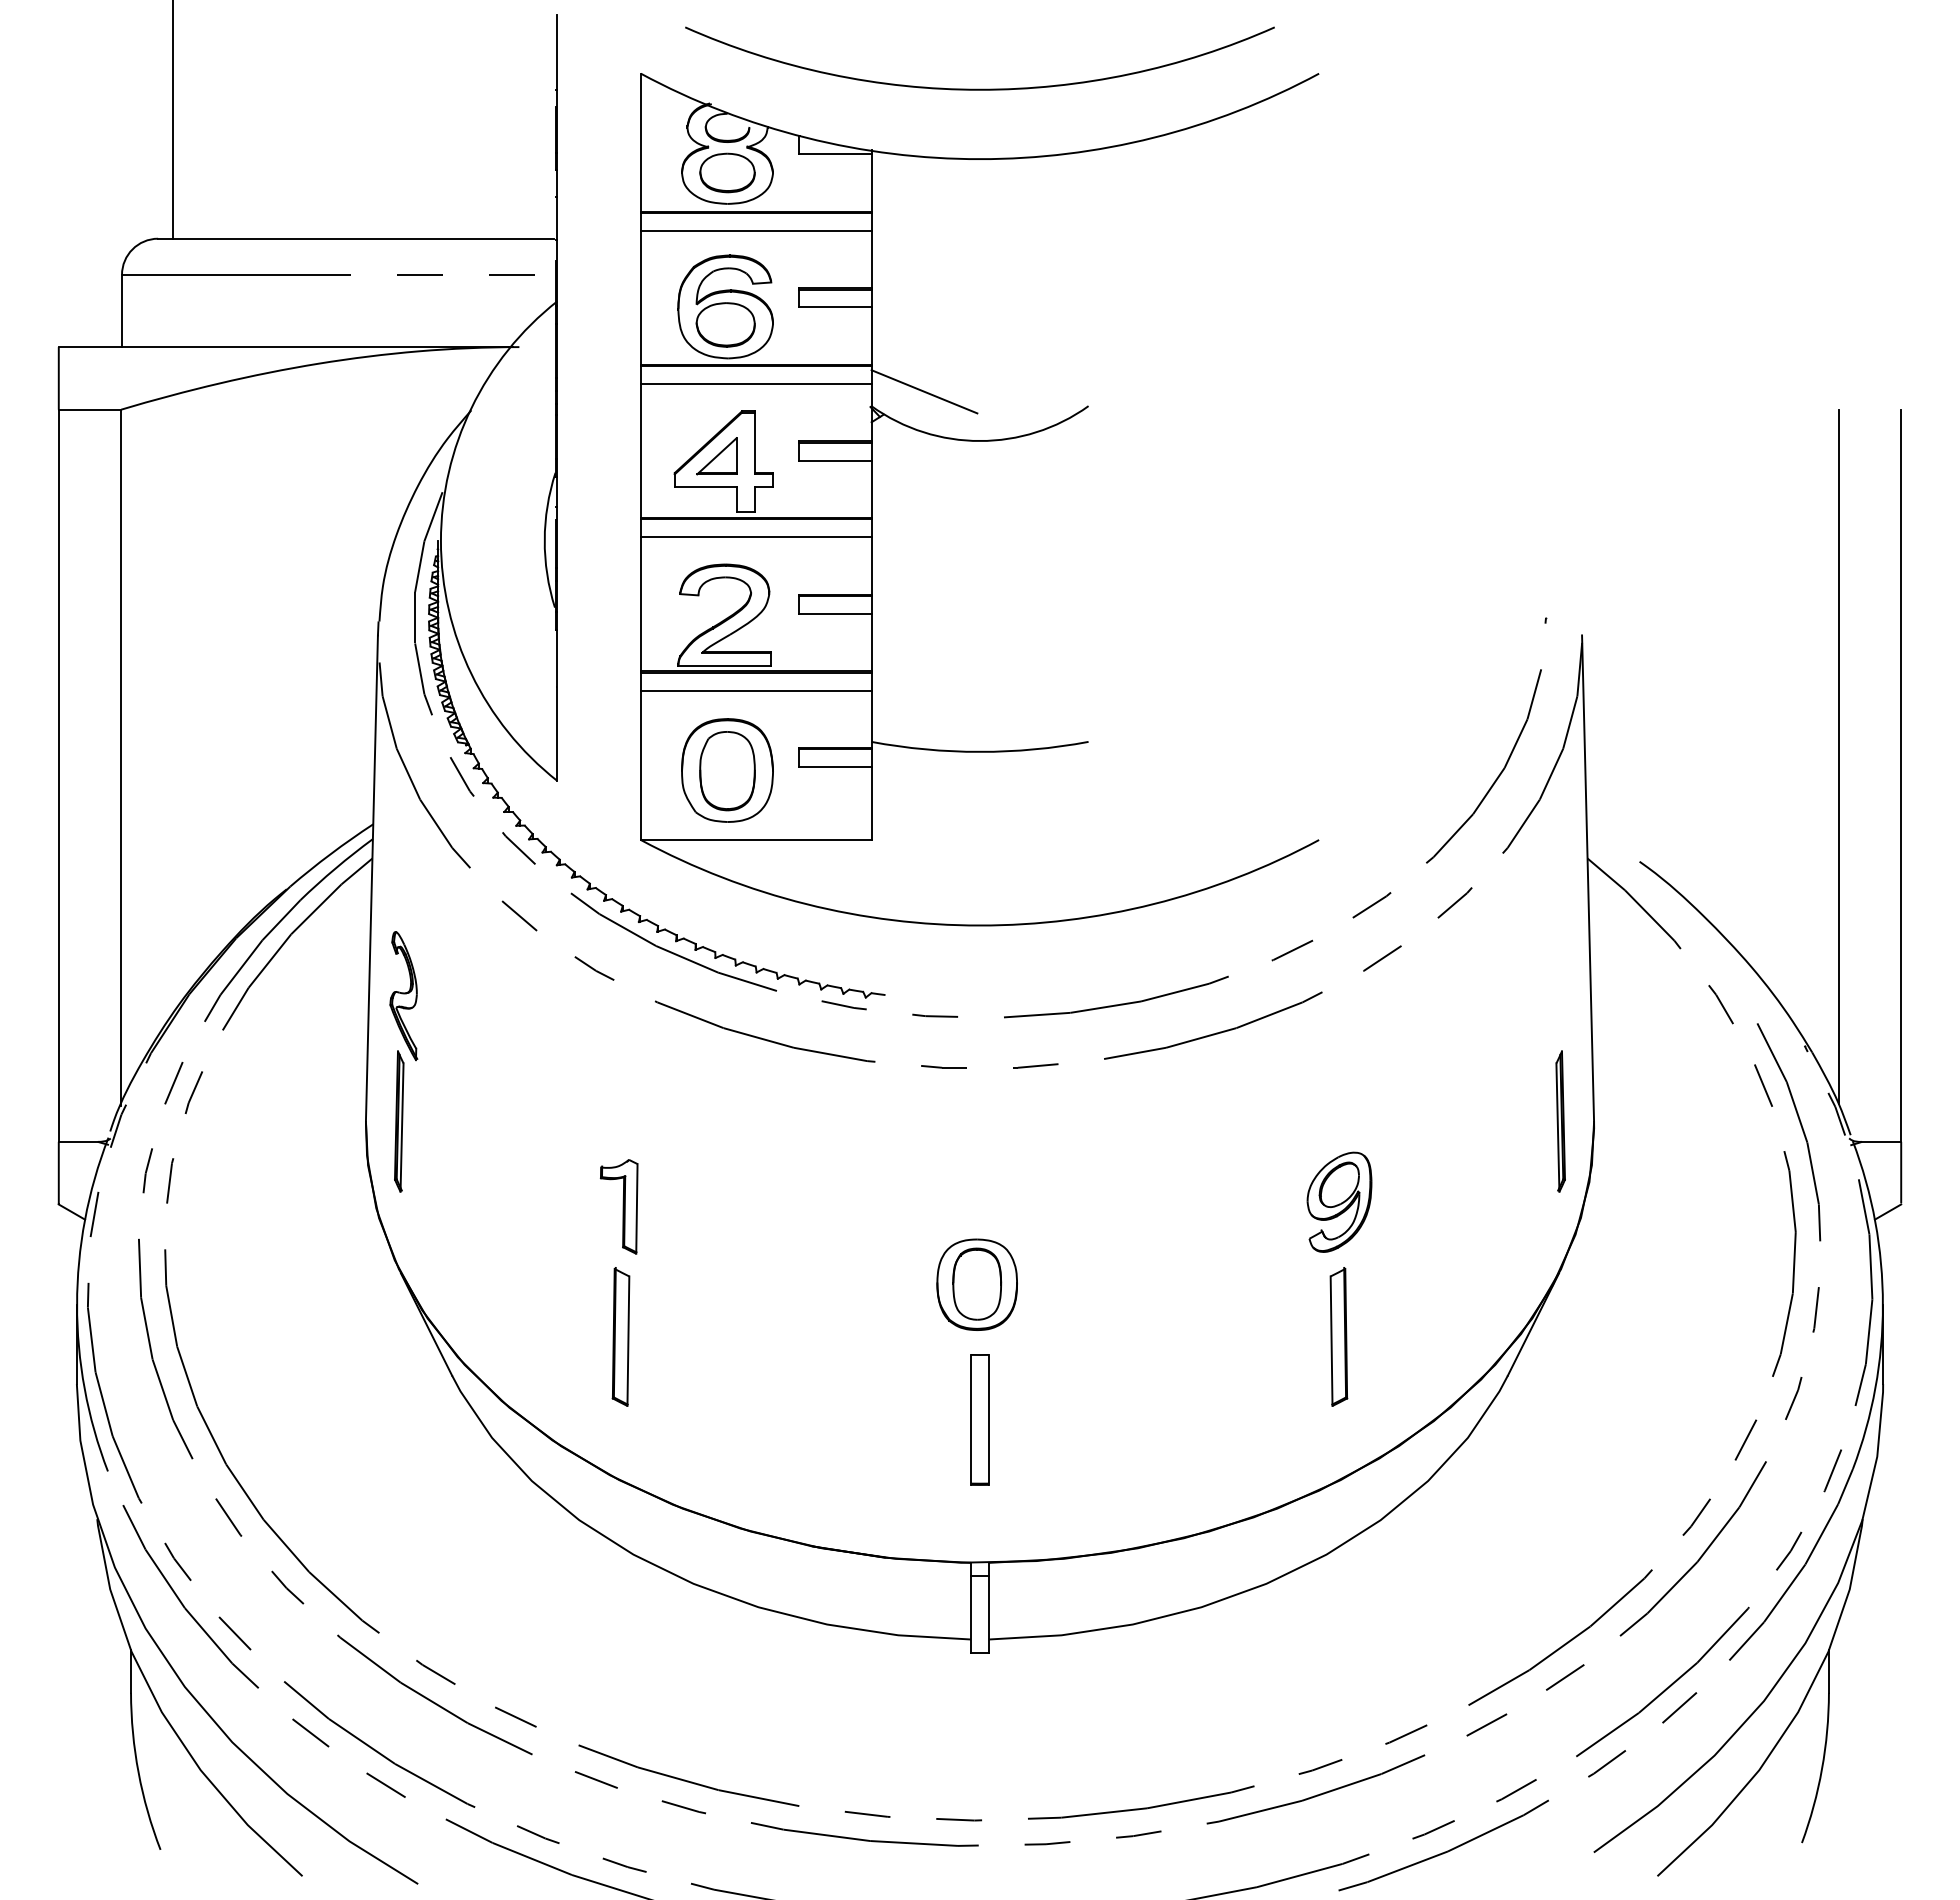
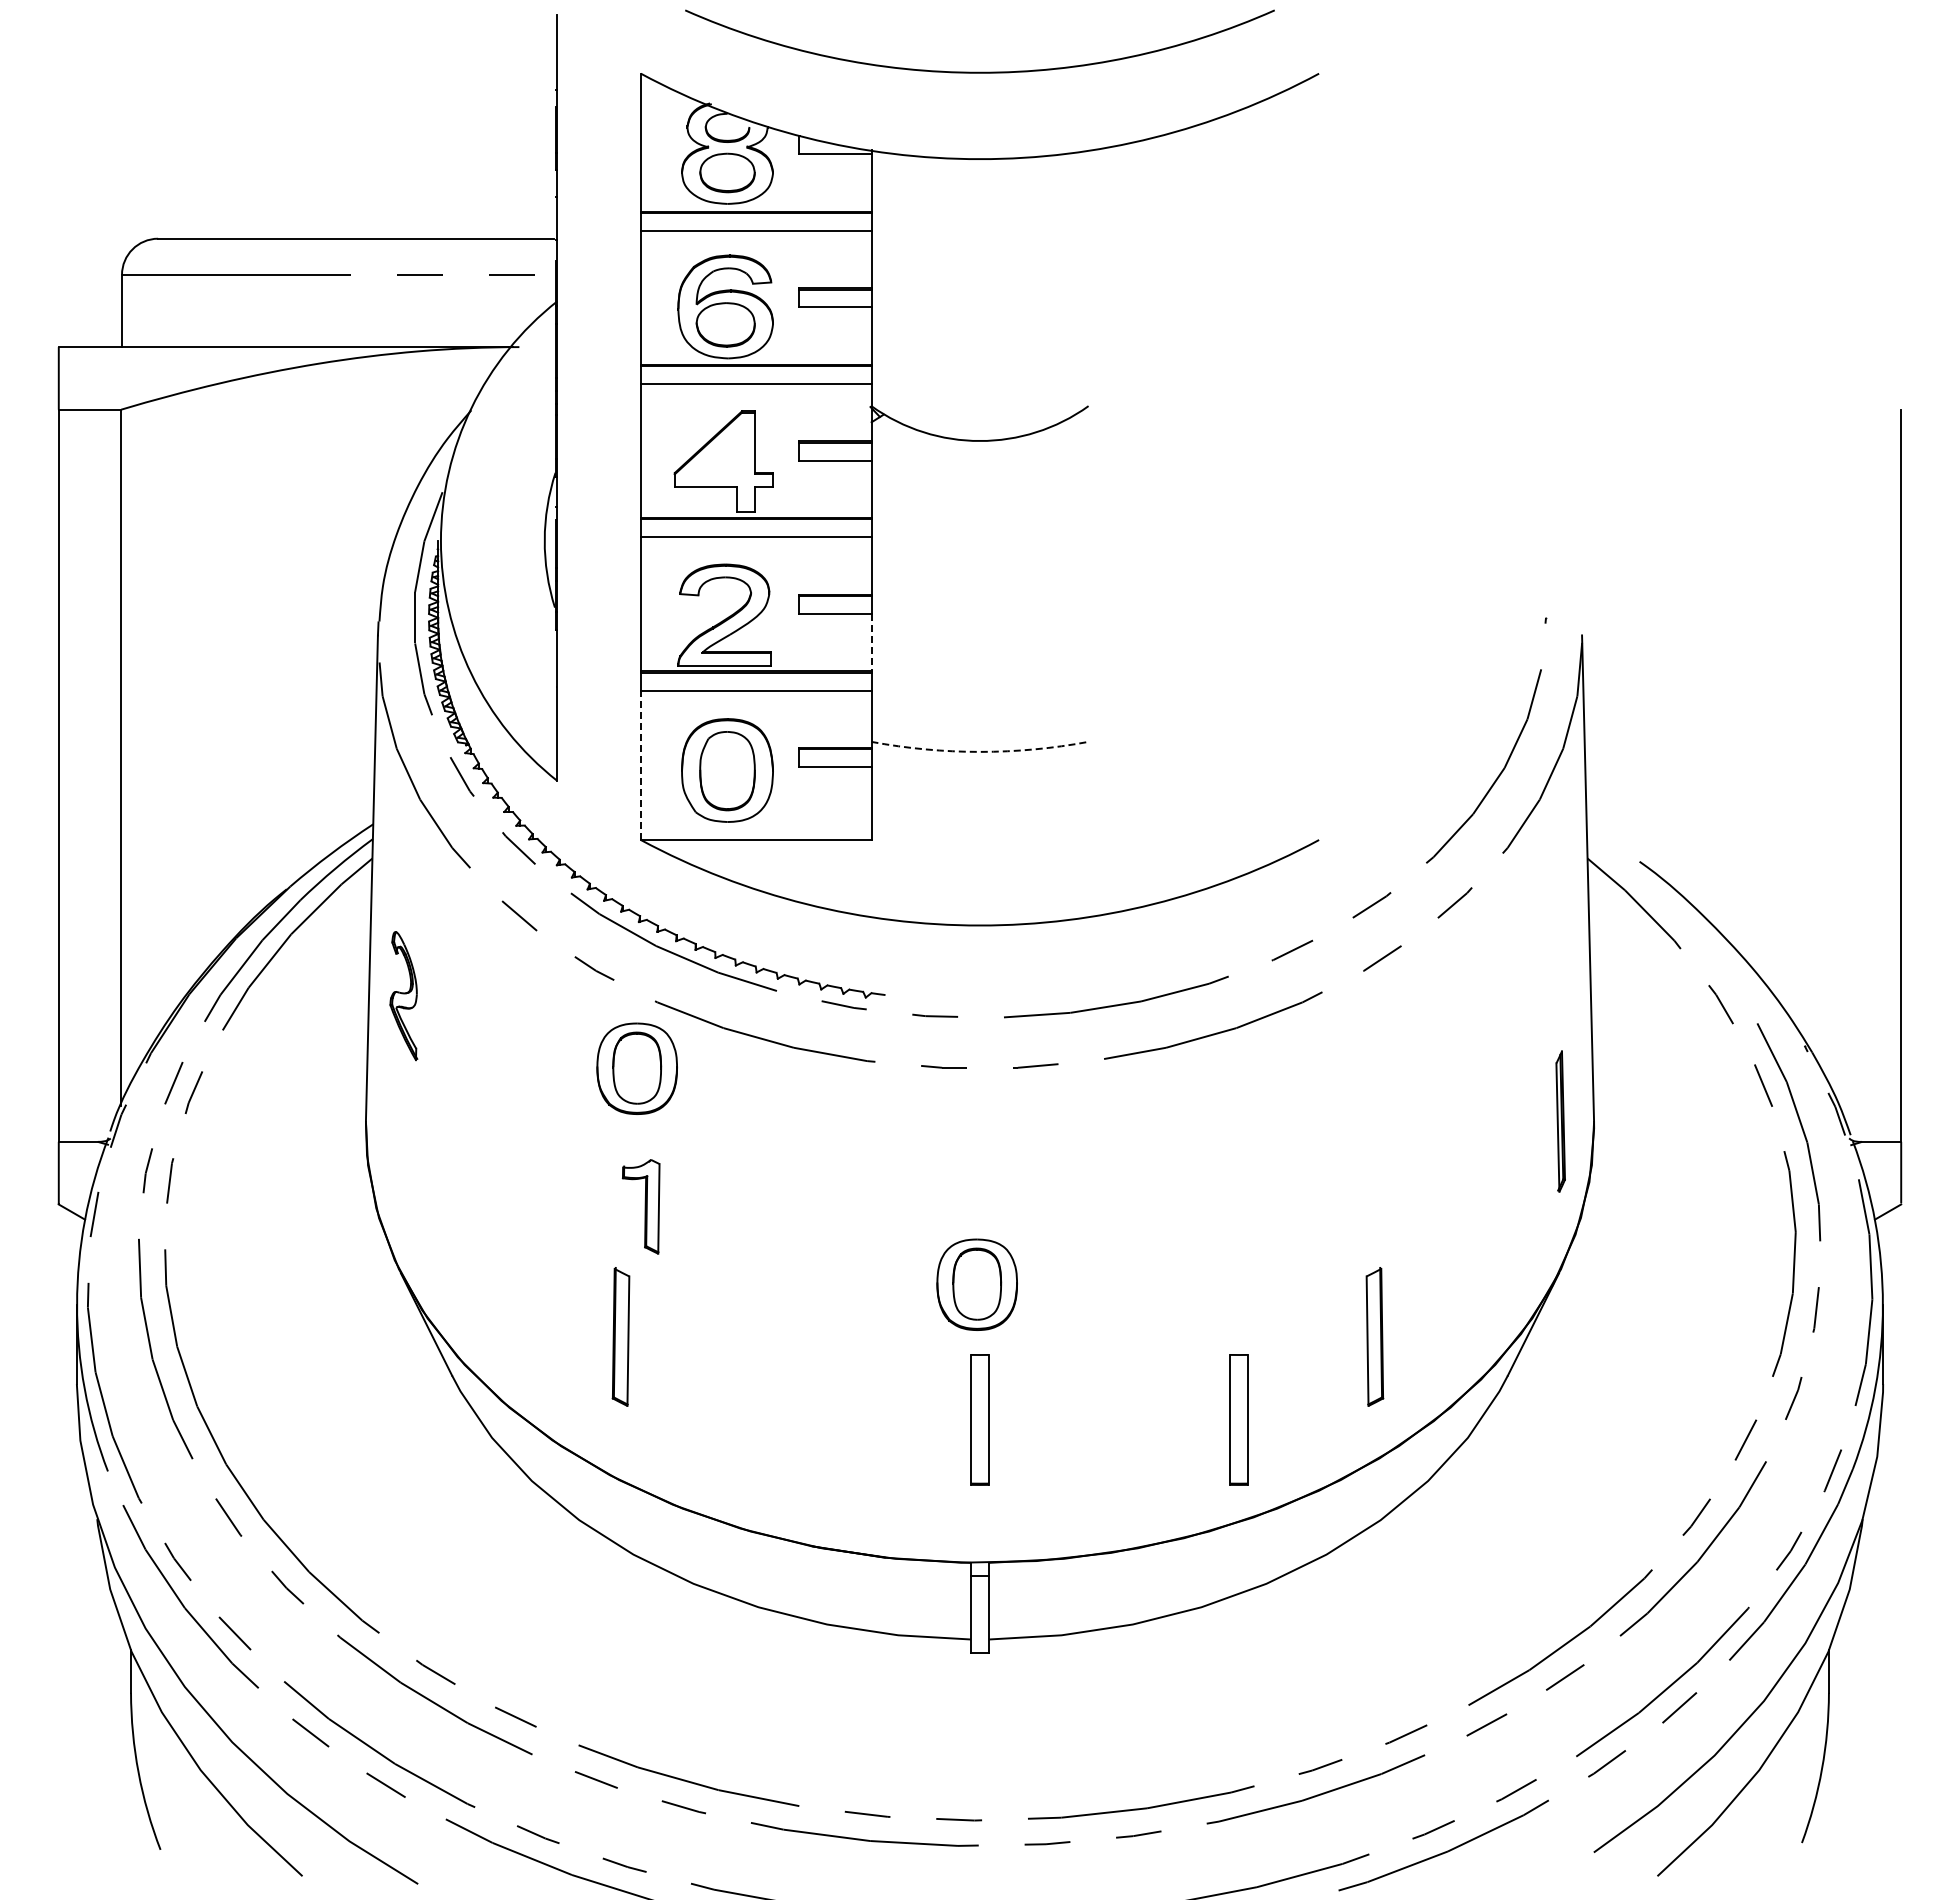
arc at (979, 88) position: (979, 88) -> (979, 71)
line at (172, 120): present -> none
line at (924, 391): present -> none
part at (716, 456): present -> none
line at (871, 642): solid -> dashed
arc at (980, 751): solid -> dashed
line at (1838, 756): present -> none
line at (640, 765): solid -> dashed
part at (636, 1068): none -> present
part at (399, 1121): present -> none
part at (1339, 1201): present -> none
part at (618, 1206) position: (618, 1206) -> (640, 1206)
part at (1338, 1336) position: (1338, 1336) -> (1374, 1336)
part at (1238, 1419): none -> present
